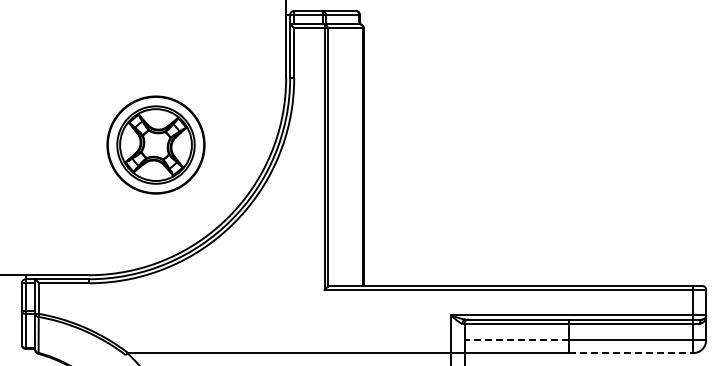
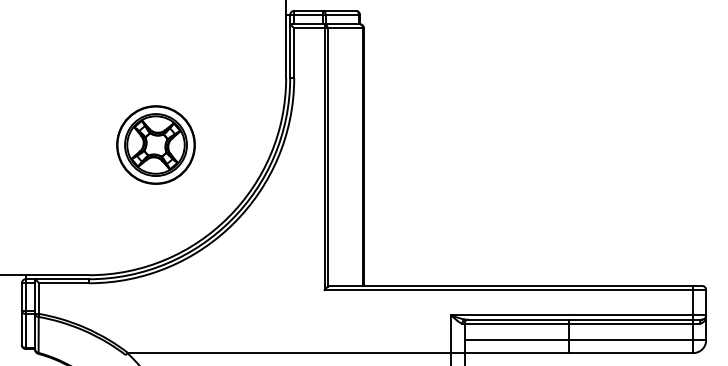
part at (155, 144) size: 100x100 px -> 80x80 px
line at (516, 340): dashed -> solid
line at (631, 353): dashed -> solid
